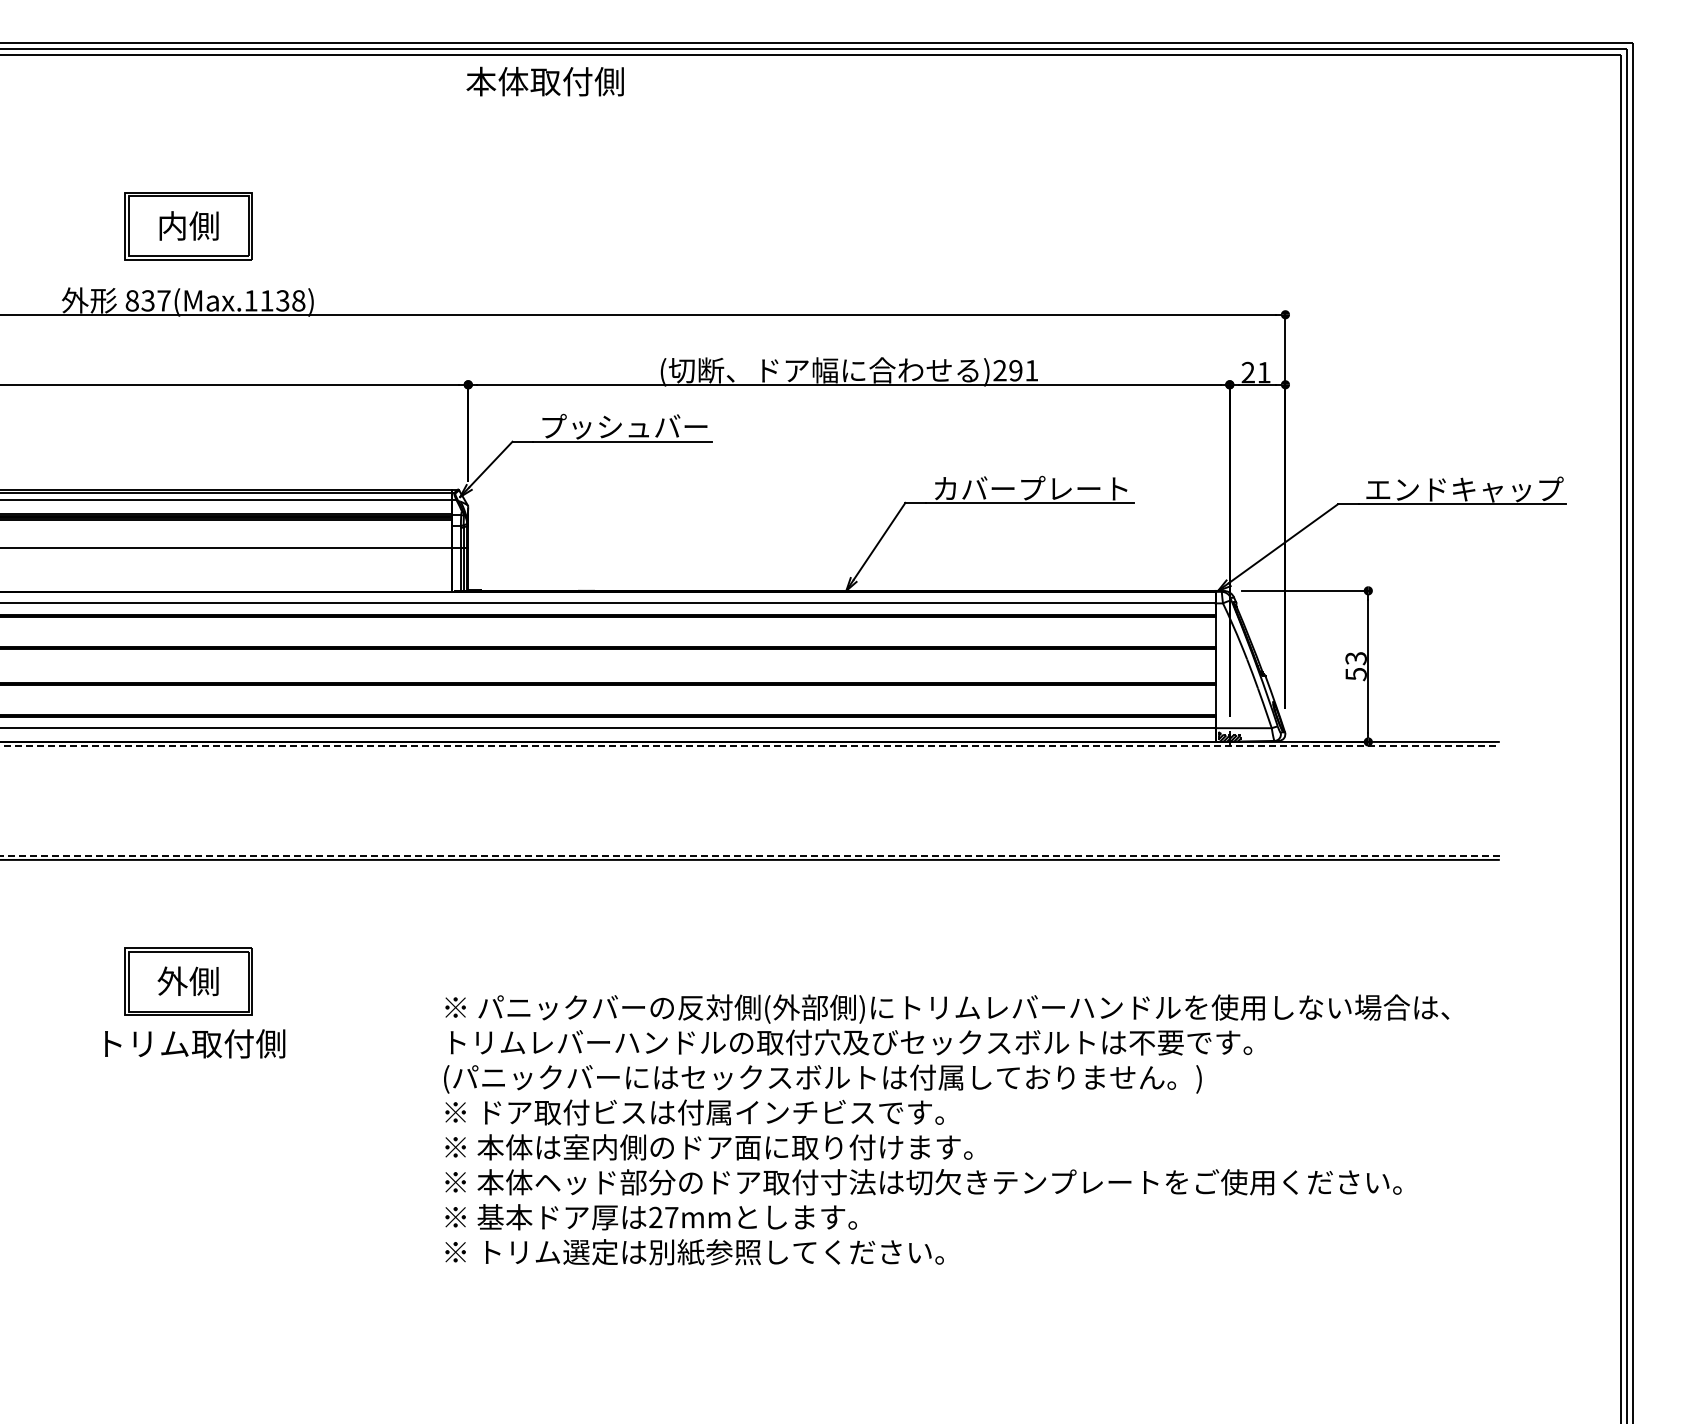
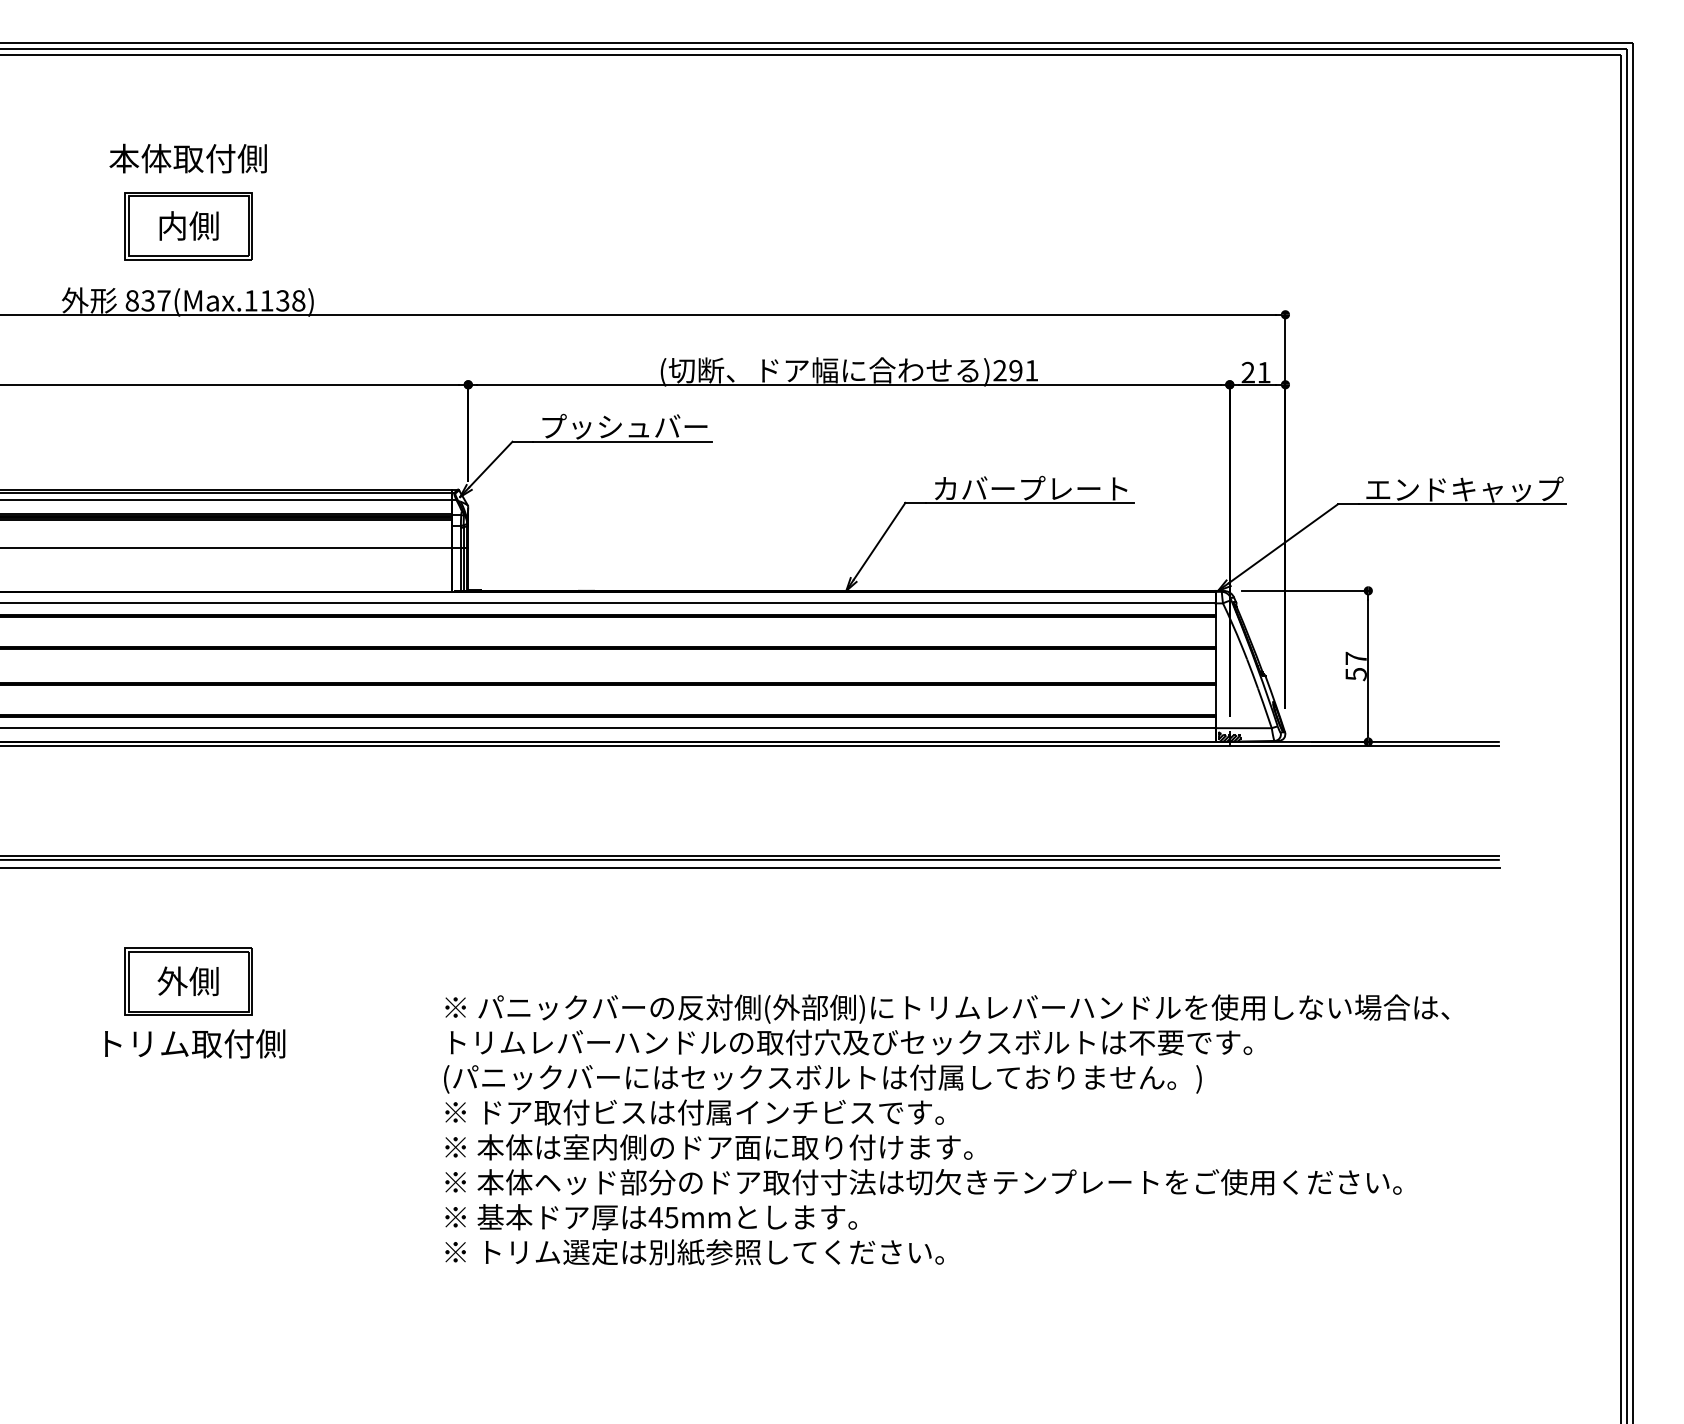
text at (544, 81) position: (544, 81) -> (187, 158)
text at (1355, 658): 53 -> 57
line at (0, 746): dashed -> solid
line at (750, 867): none -> present
text at (663, 1217): 27mm -> 45mm
